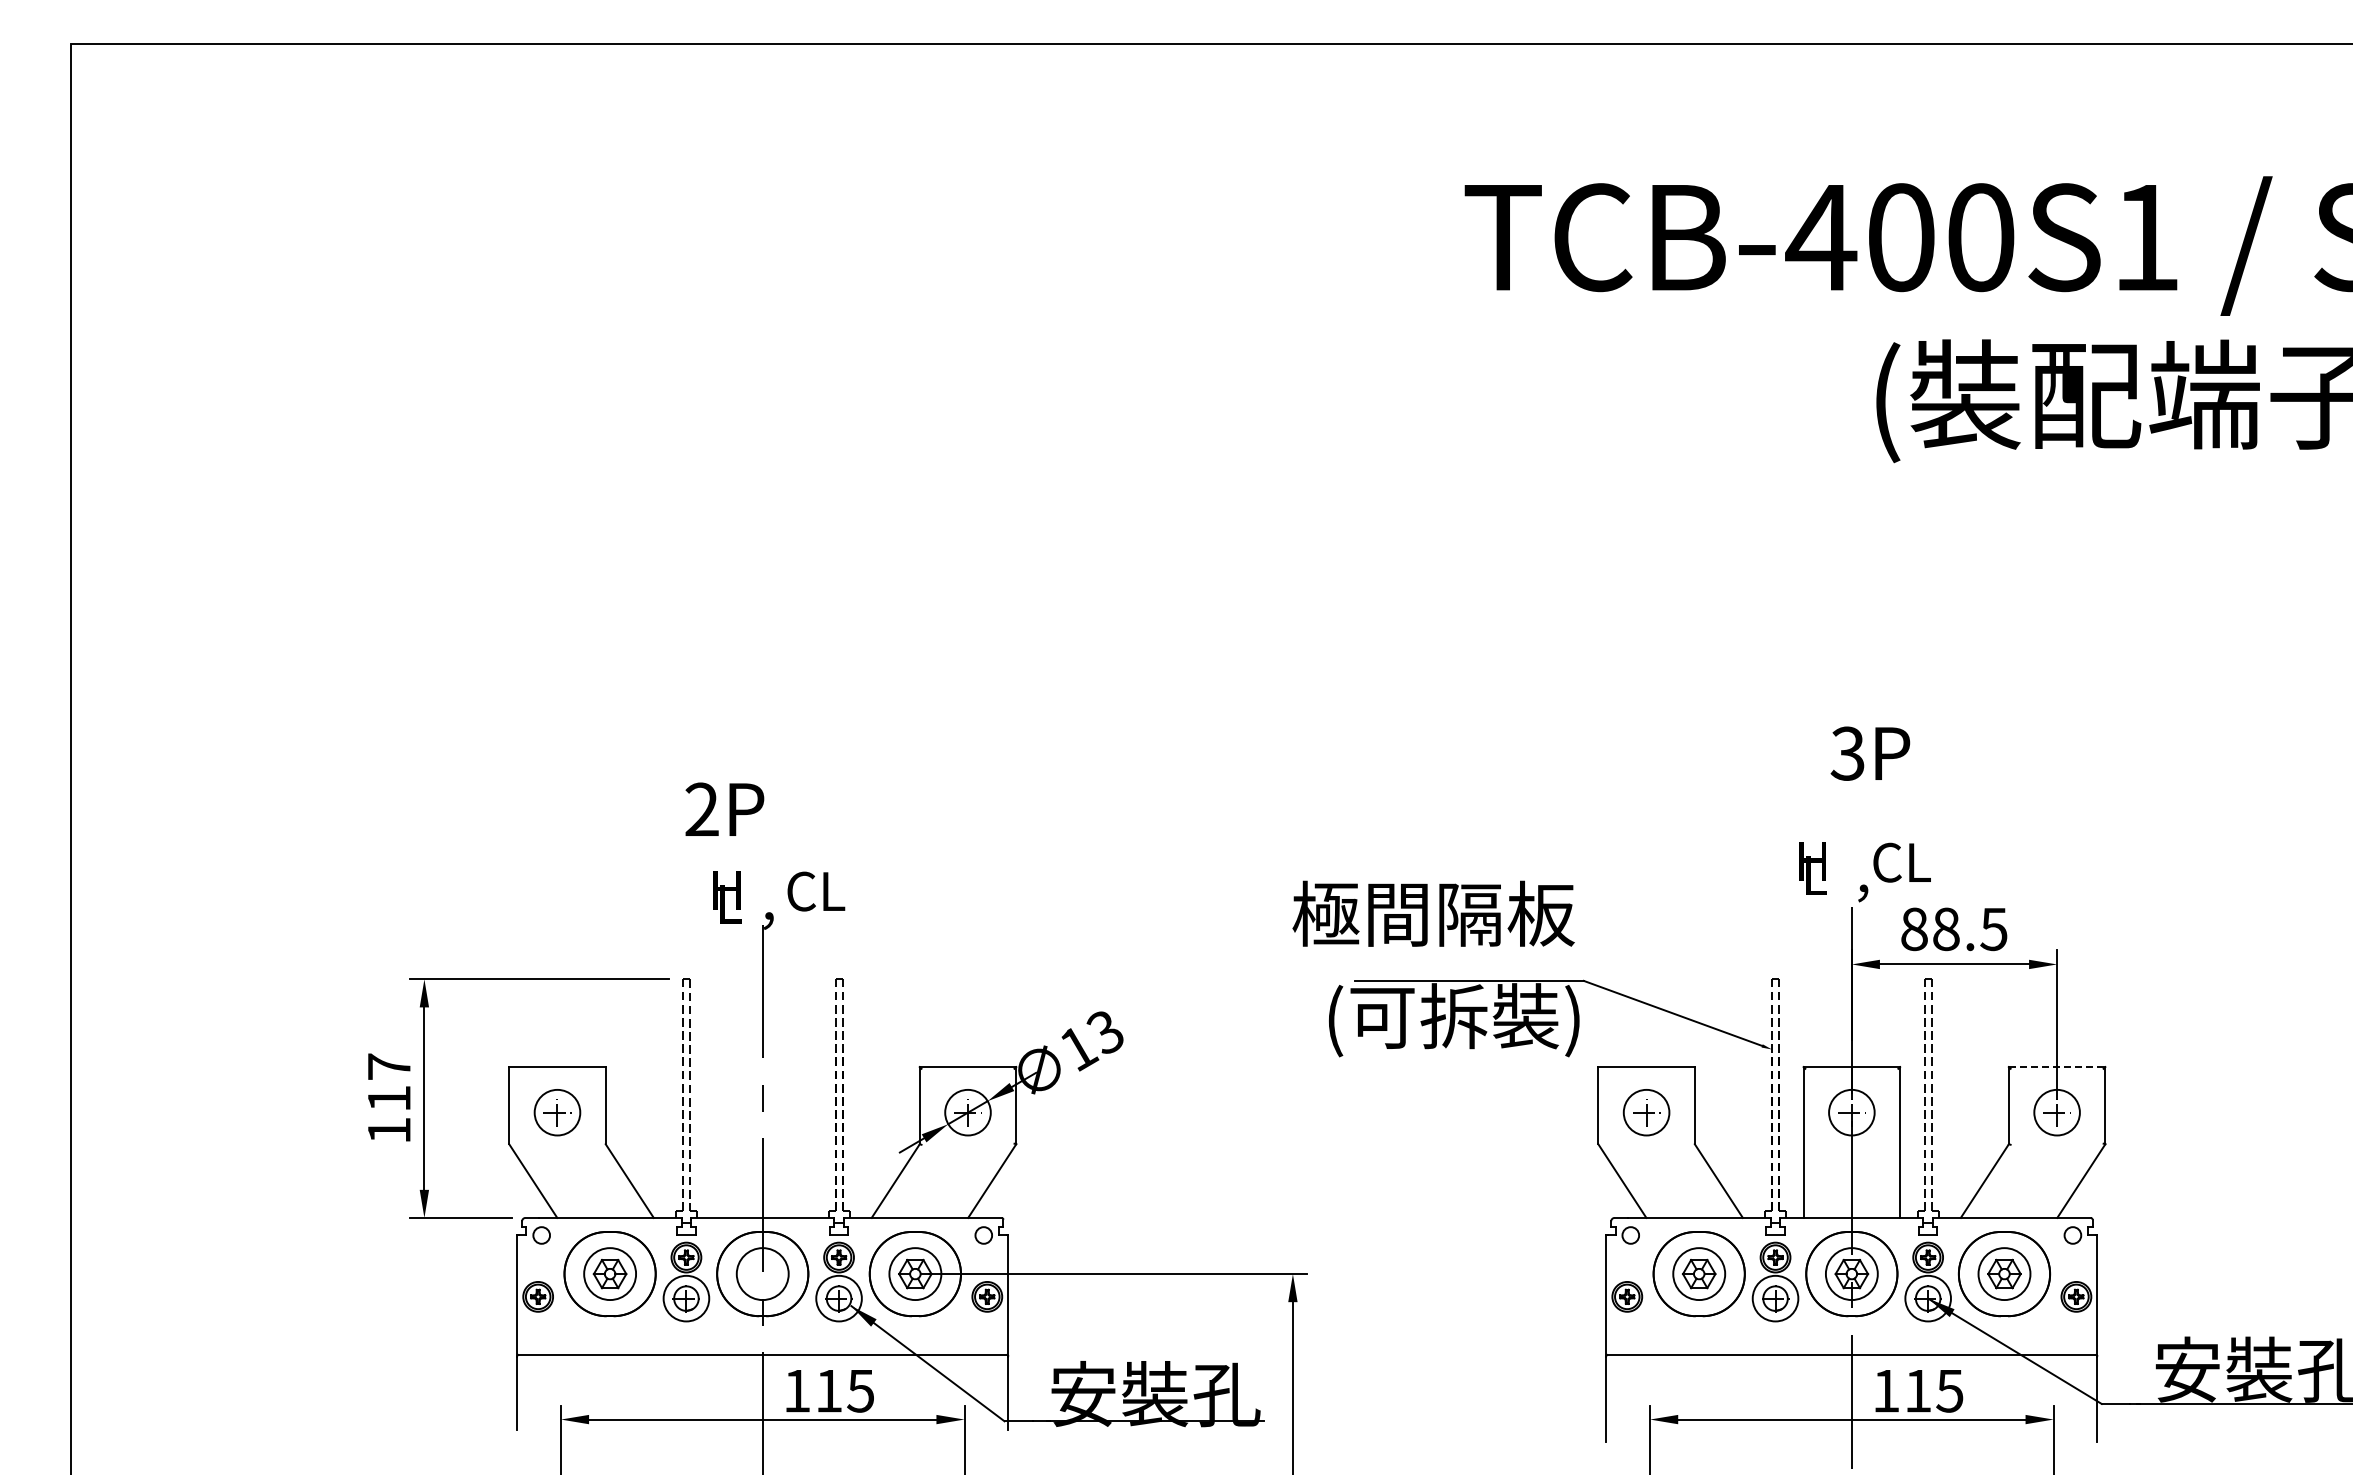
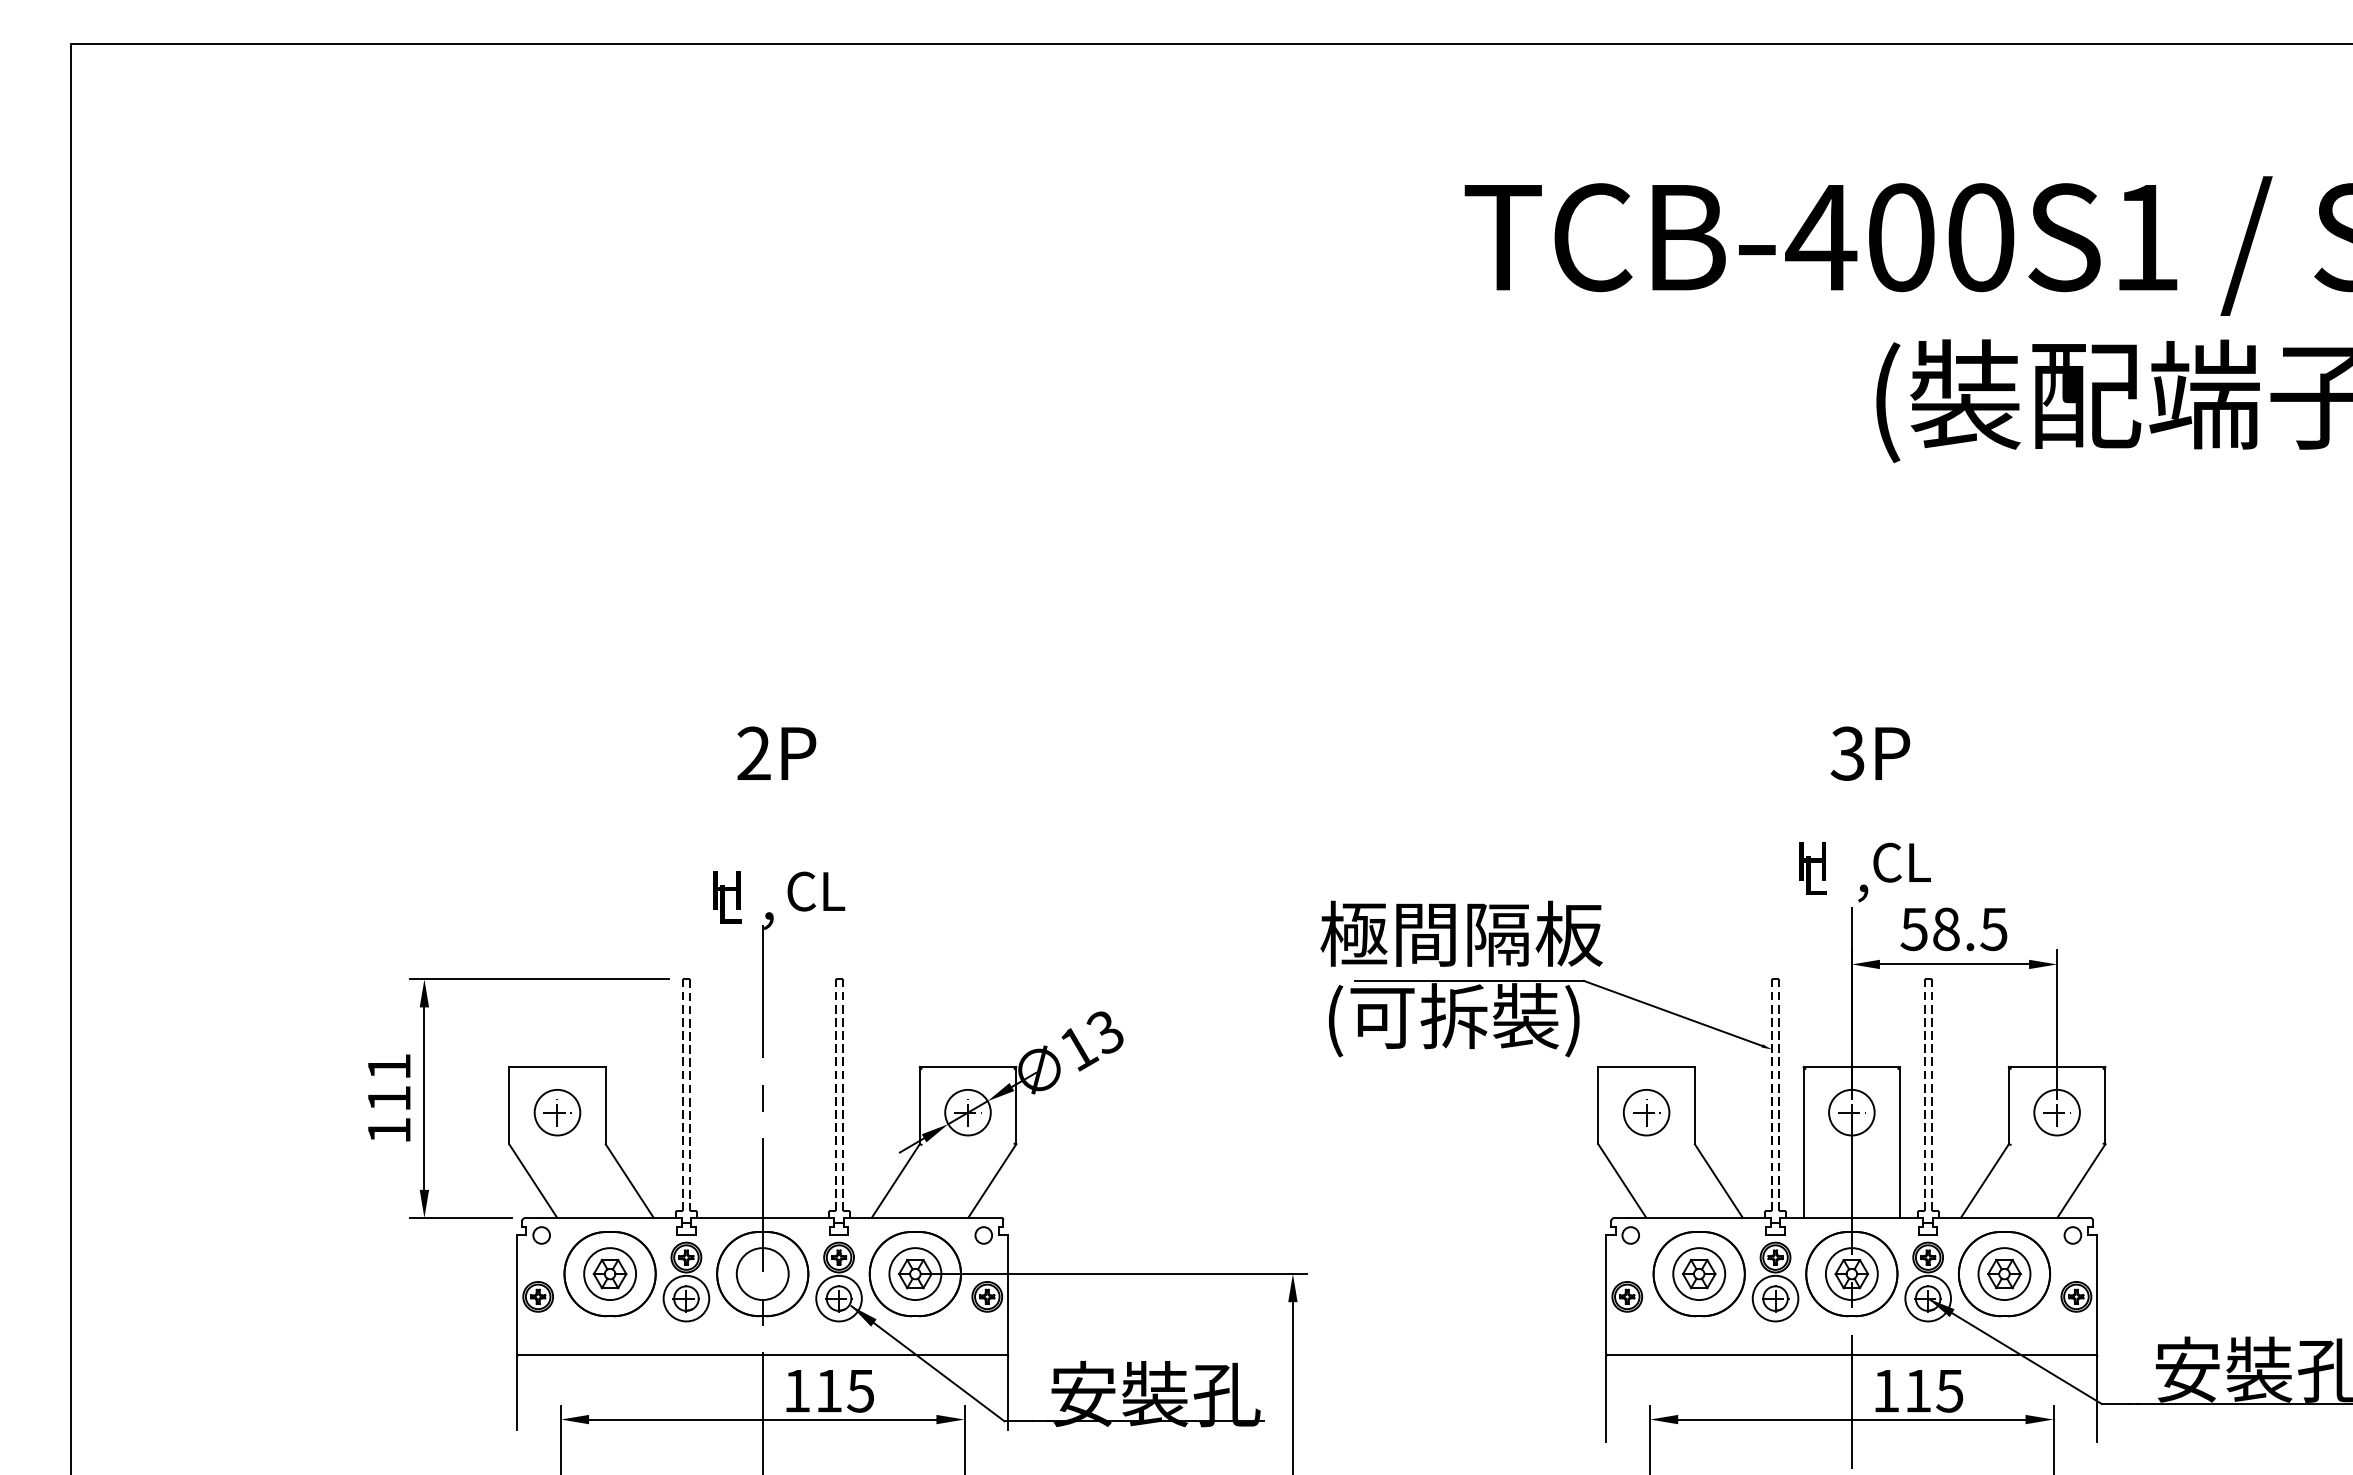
text at (724, 808) position: (724, 808) -> (776, 752)
text at (1433, 913) position: (1433, 913) -> (1461, 933)
text at (1913, 928): 88.5 -> 58.5
text at (389, 1066): 117 -> 111
line at (2057, 1067): dashed -> solid
